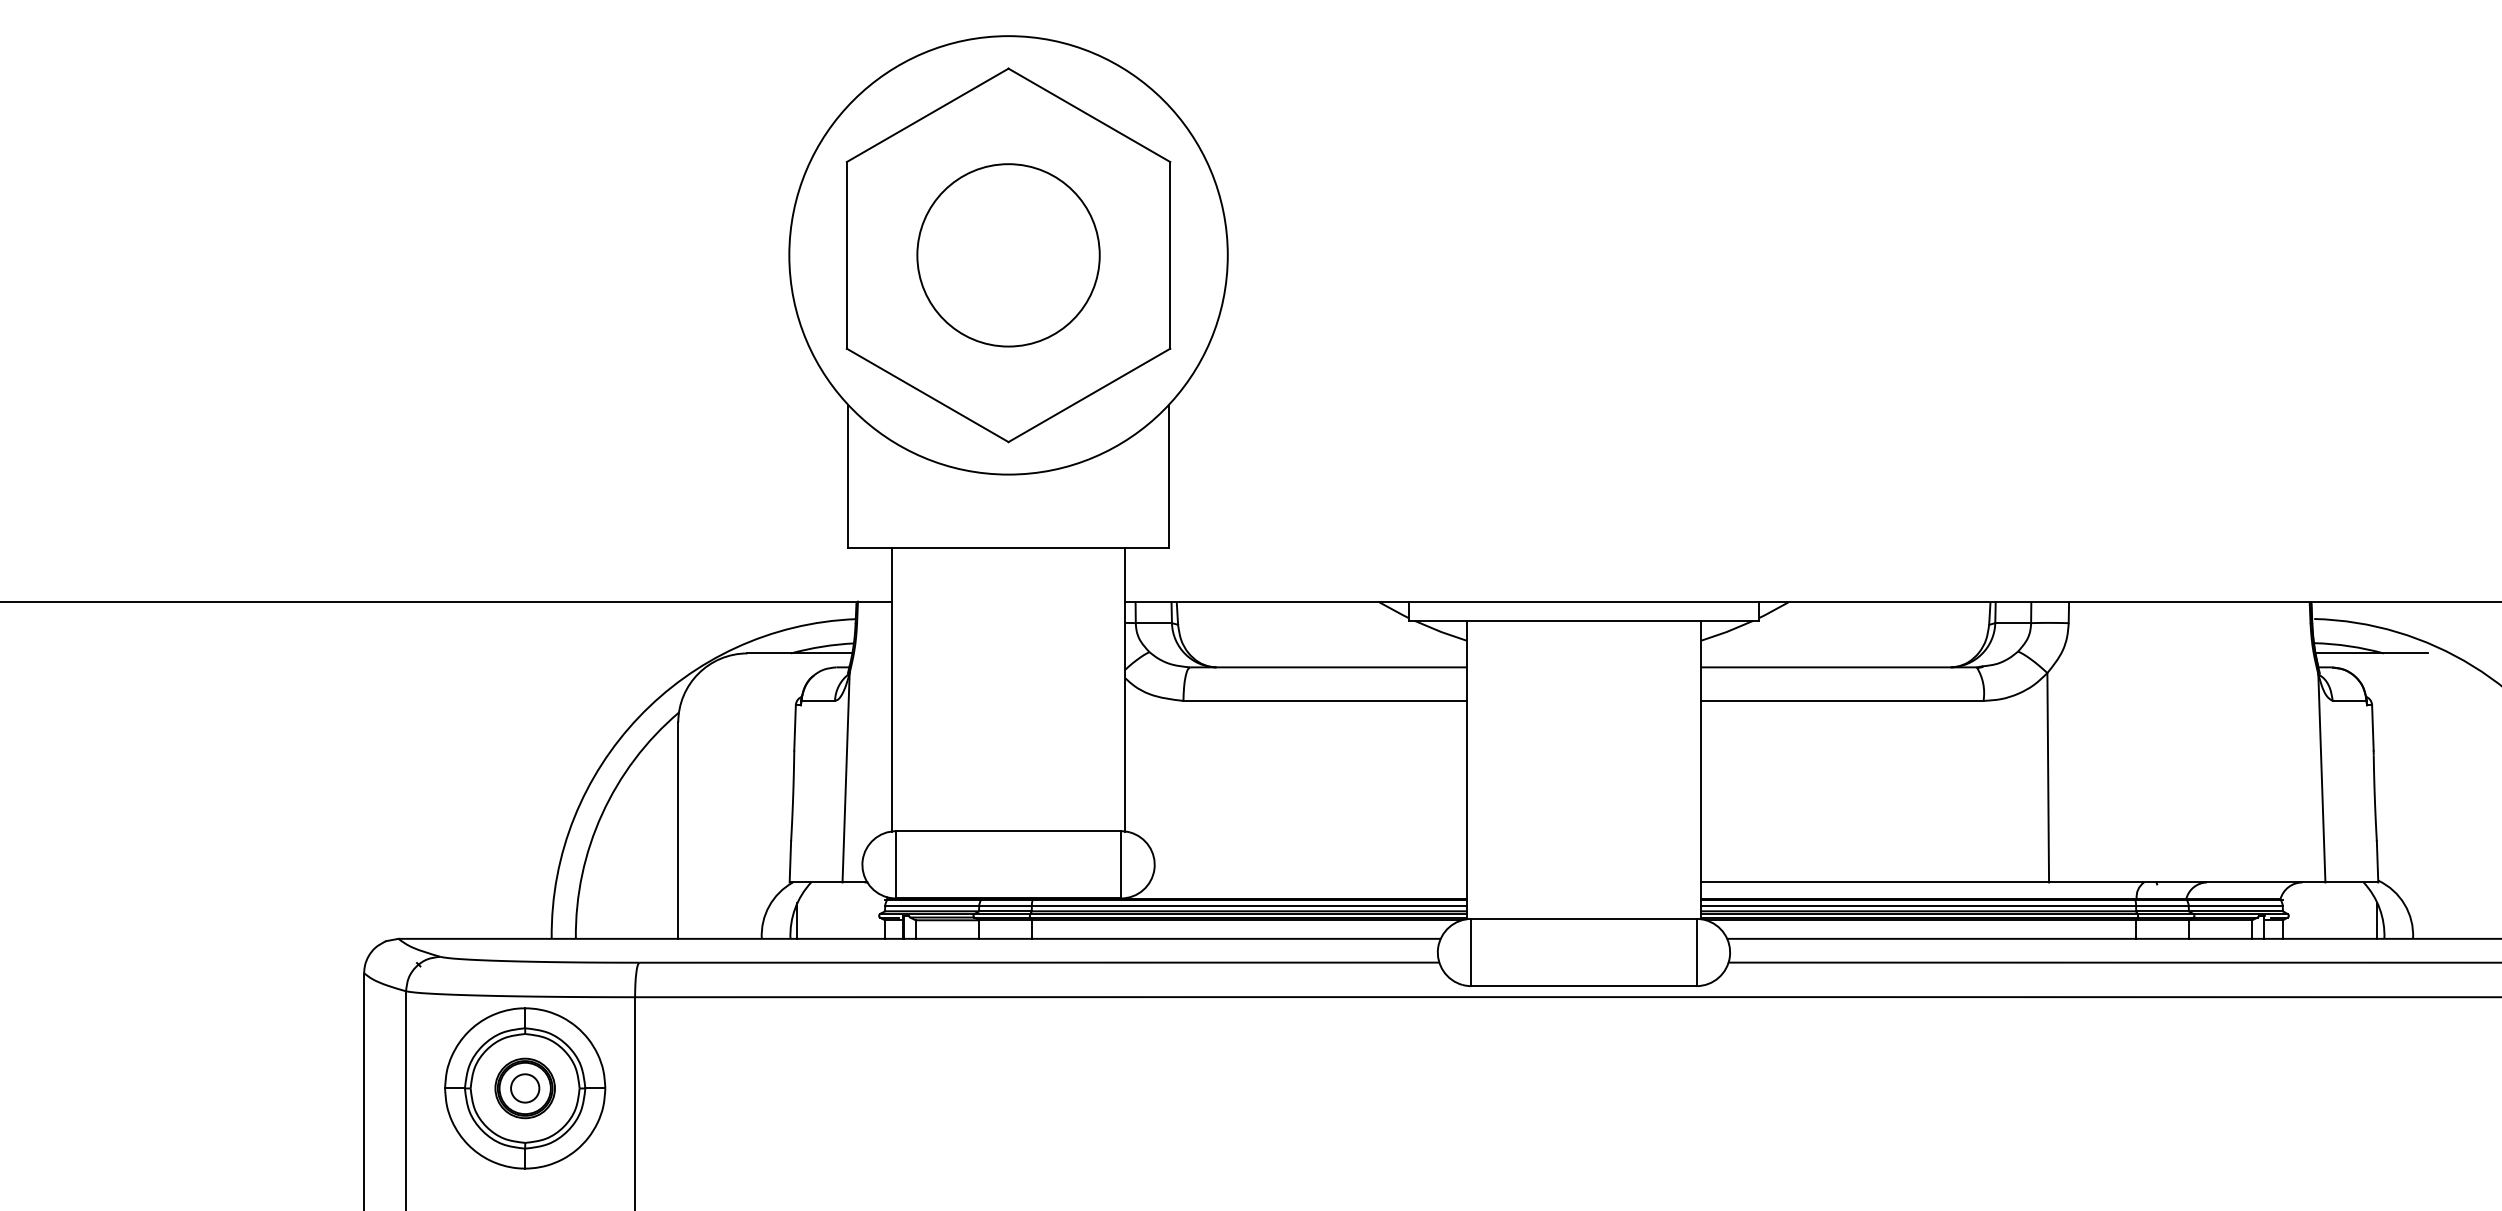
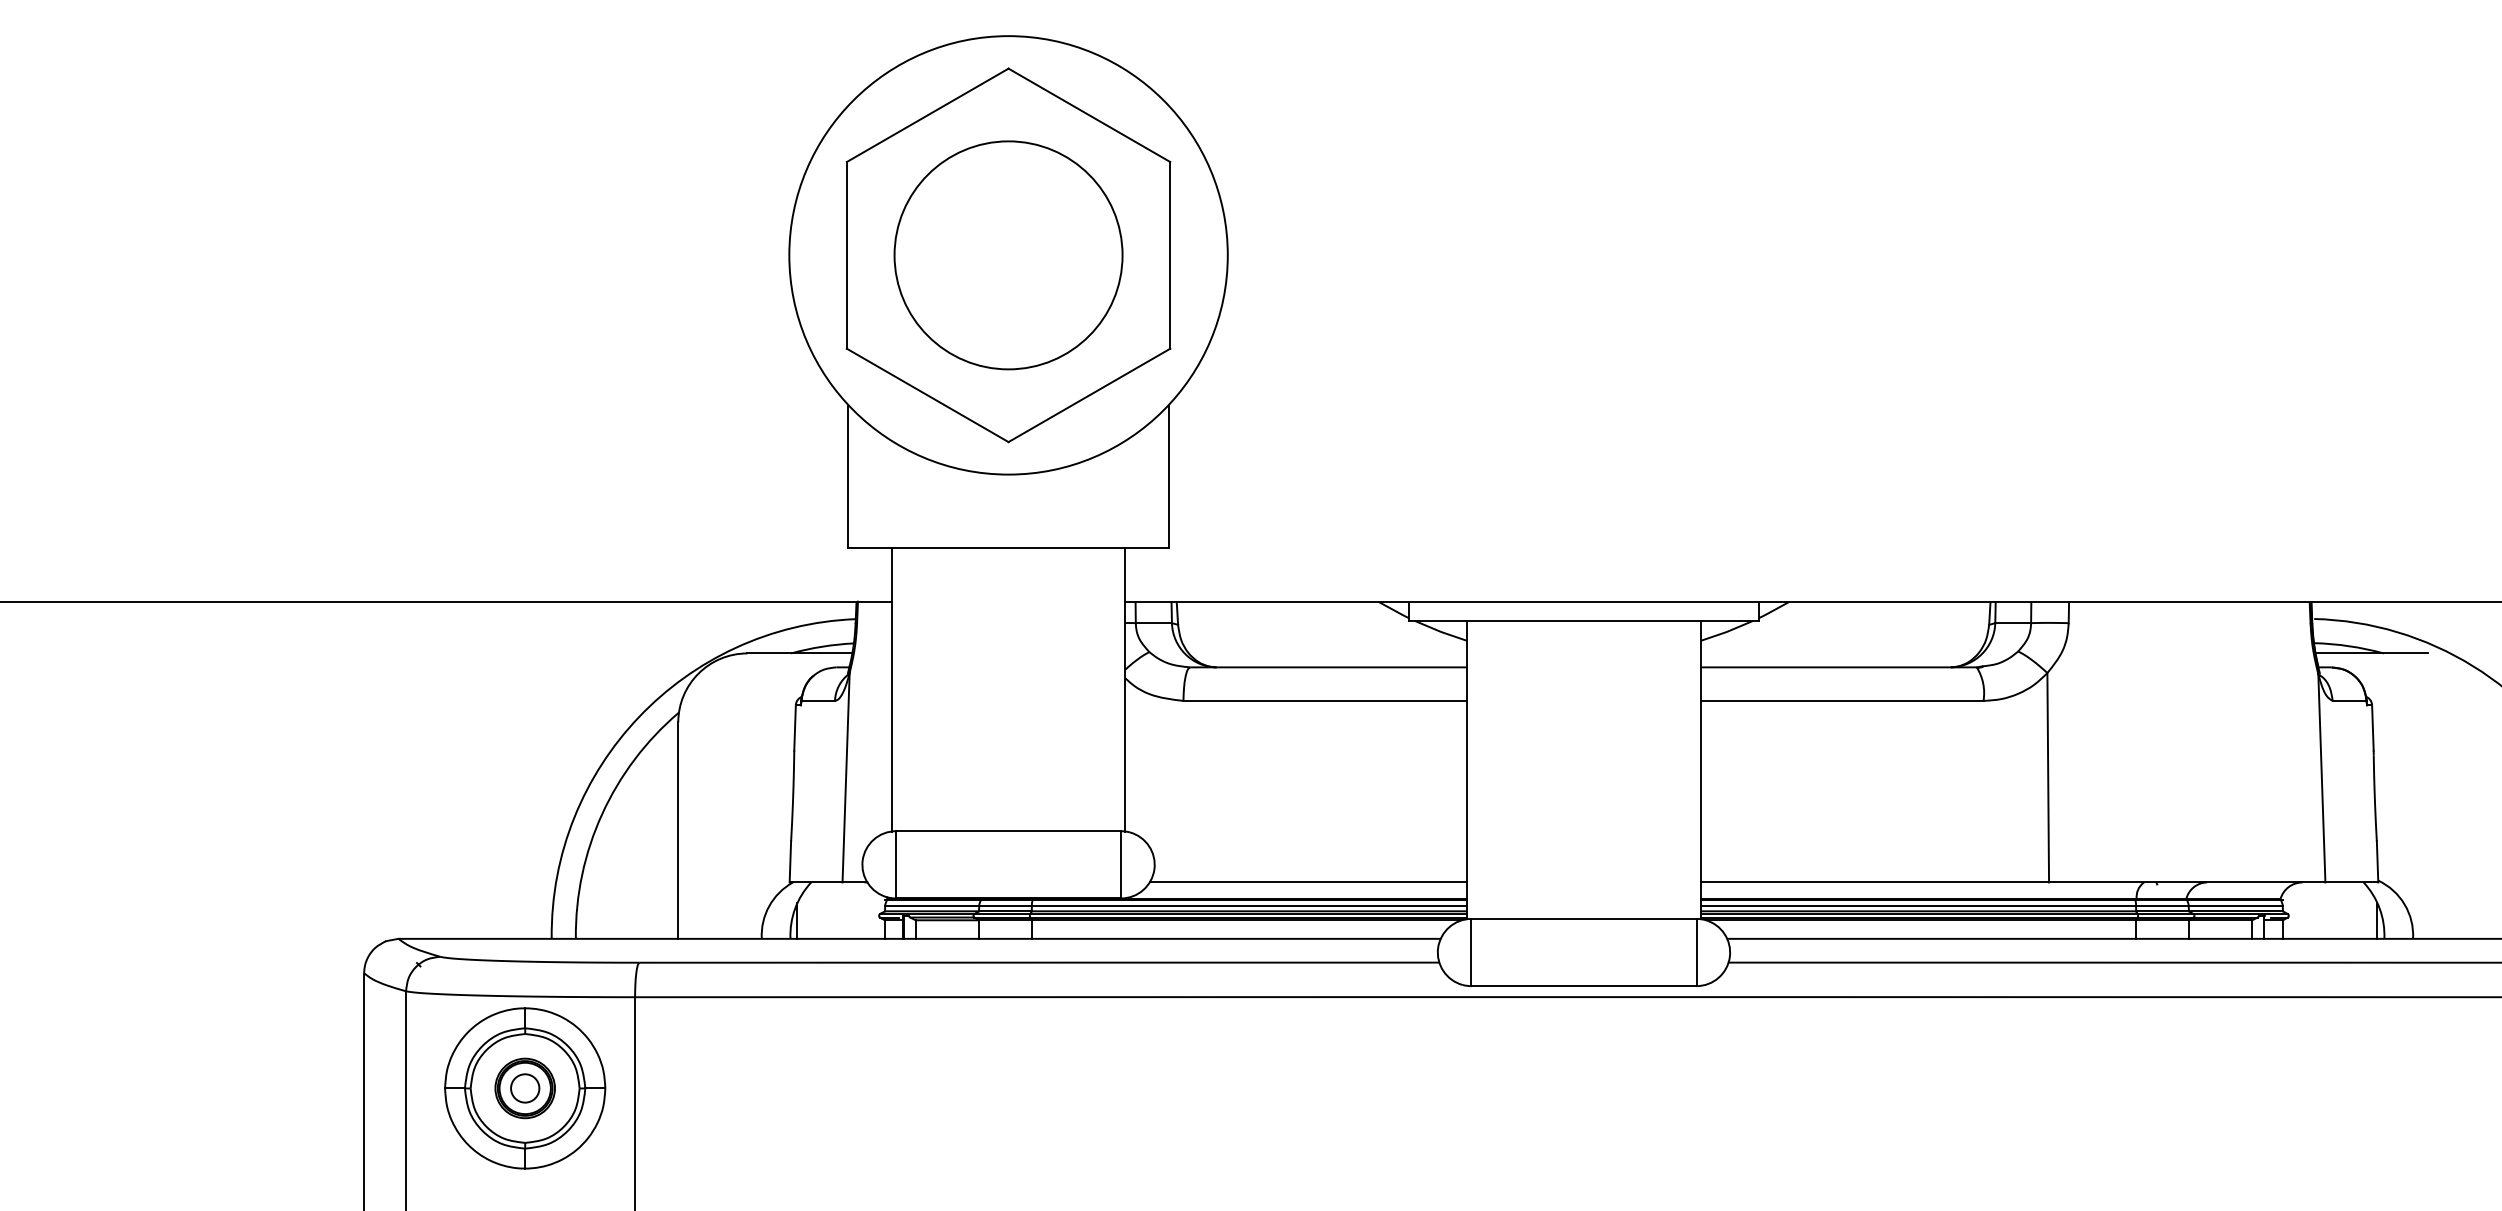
circle at (1008, 255) diameter: 182 px -> 228 px
line at (1308, 882): none -> present
